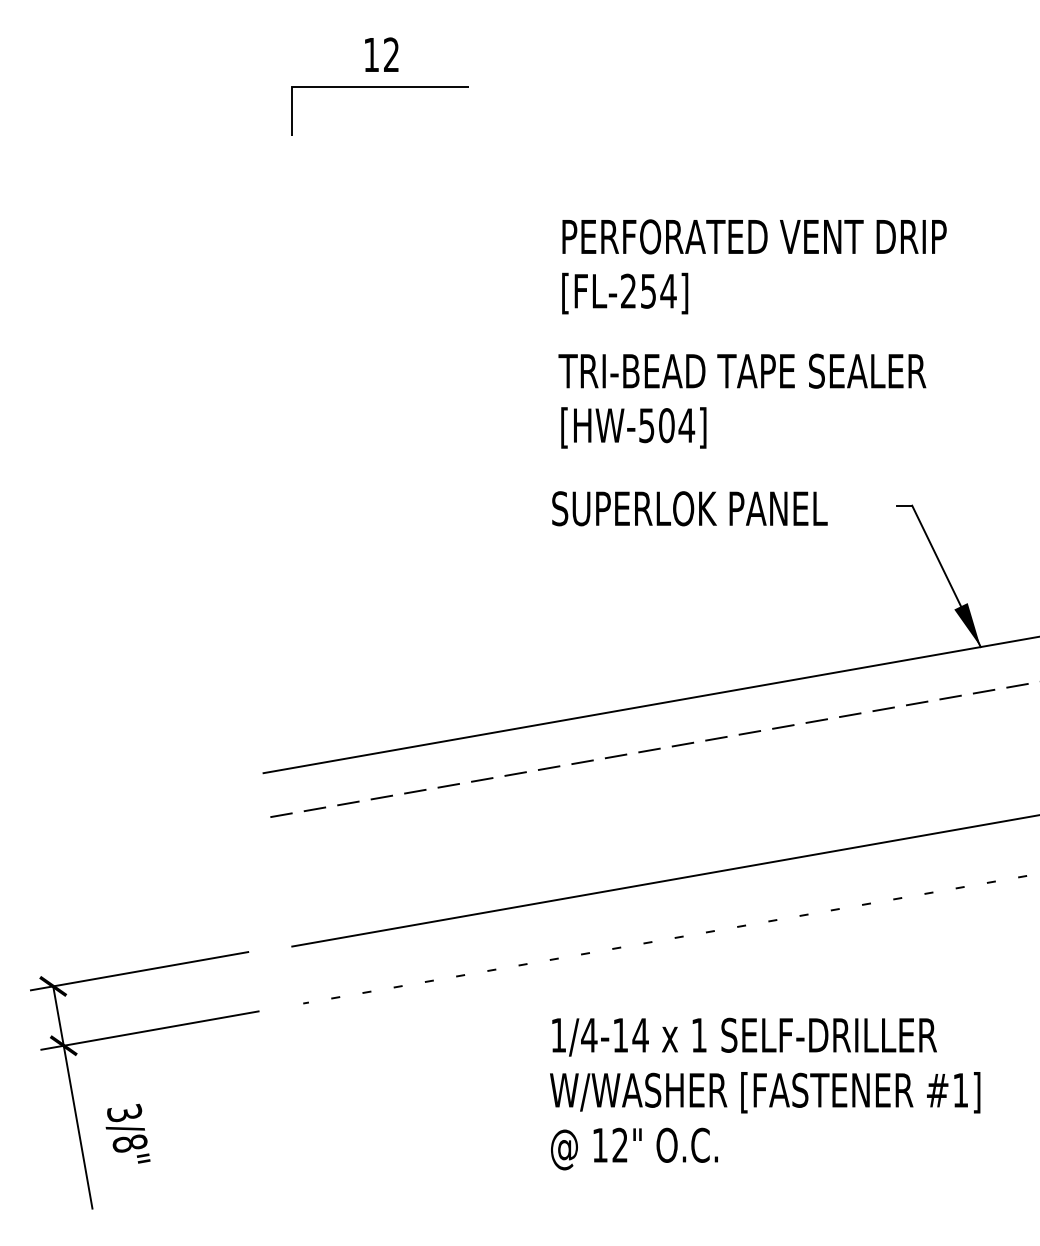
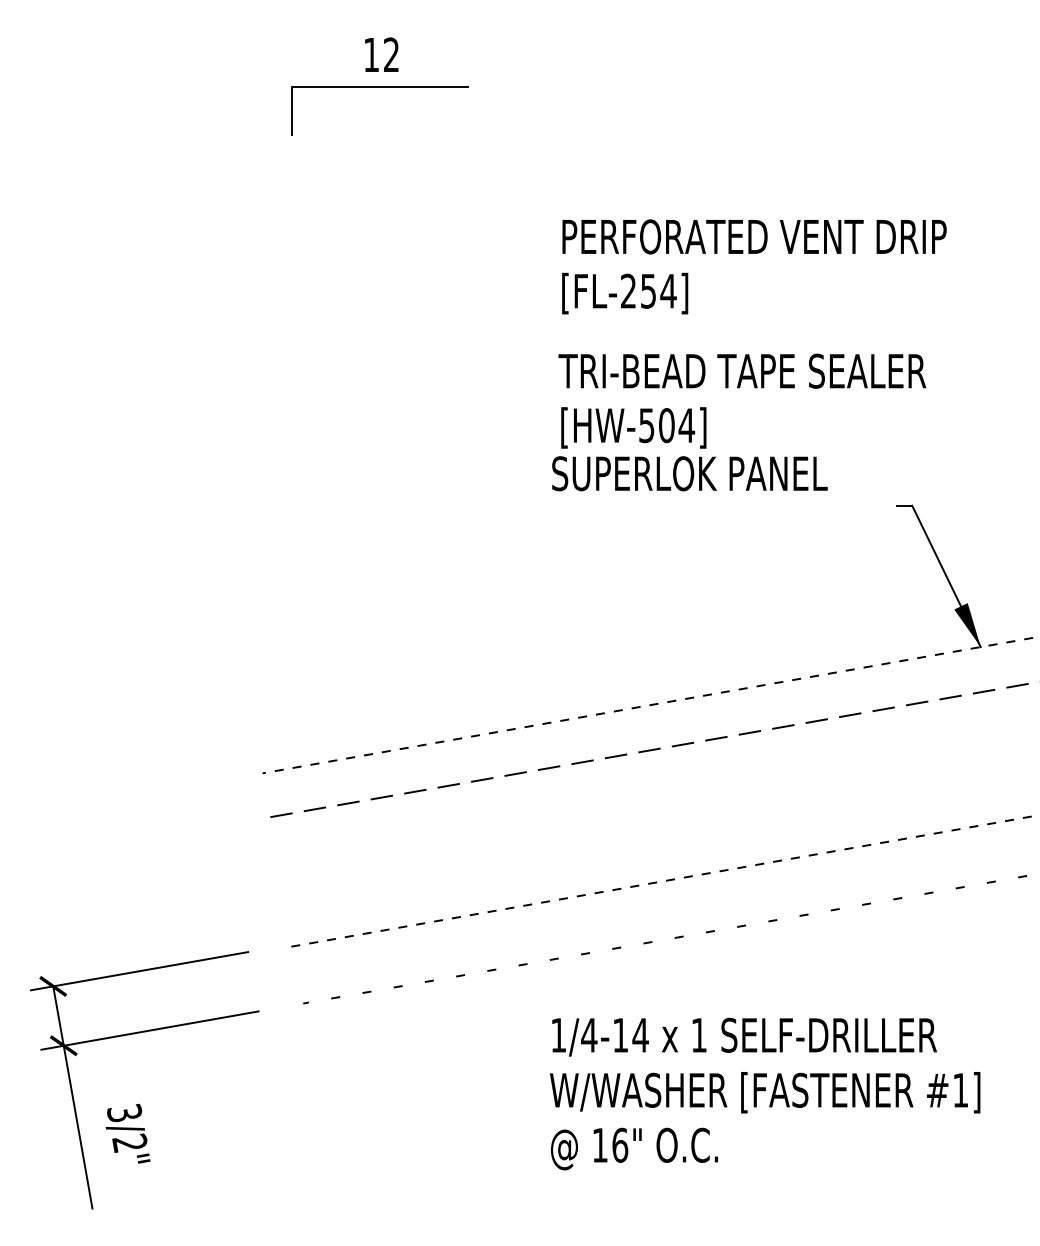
text at (689, 508) position: (689, 508) -> (689, 473)
line at (1025, 639): solid -> dashed
text at (129, 1142): 3/8" -> 3/2"
text at (620, 1144): 12" -> 16"
